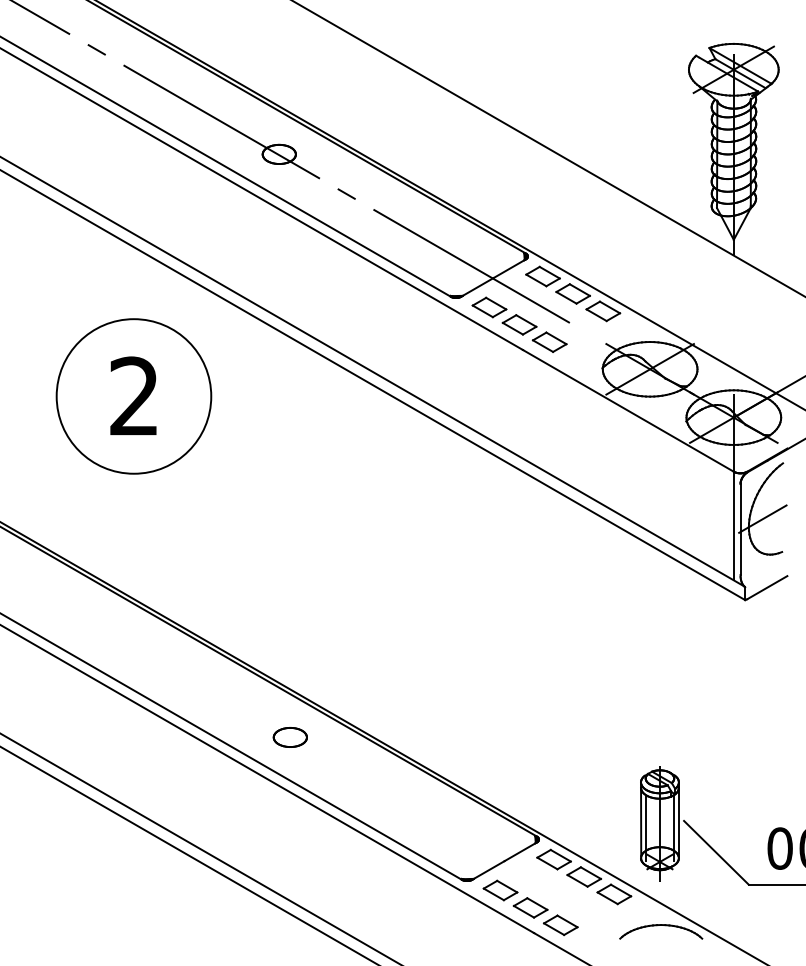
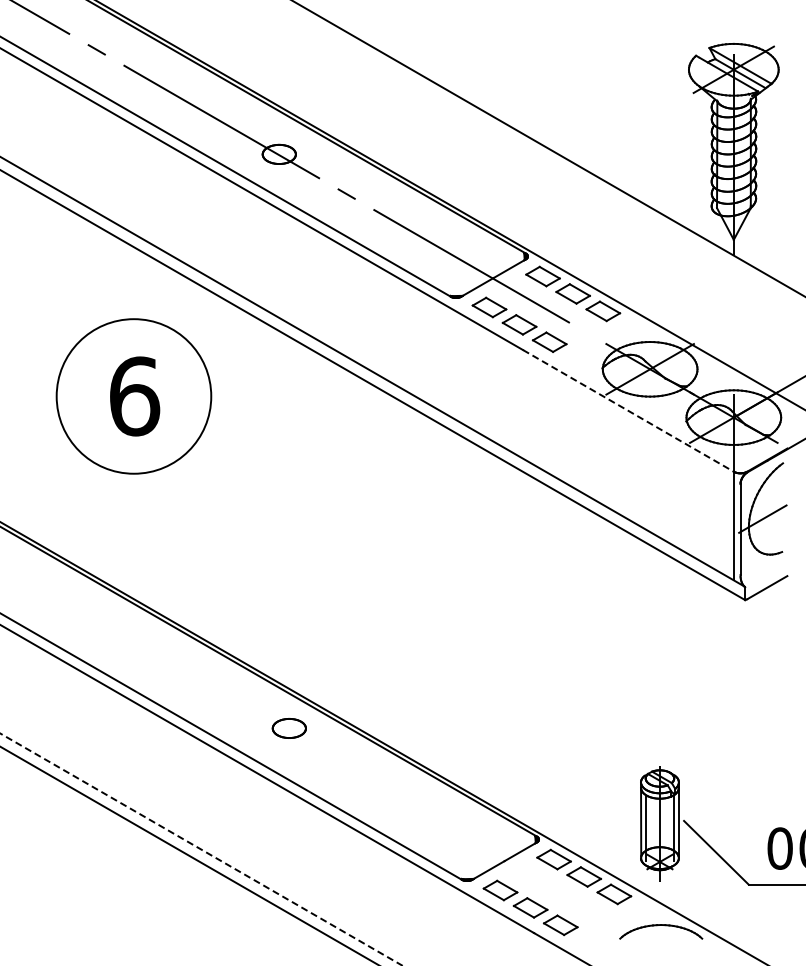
text at (135, 396): 2 -> 6
line at (628, 410): solid -> dashed
part at (289, 737) position: (289, 737) -> (288, 728)
line at (200, 849): solid -> dashed
